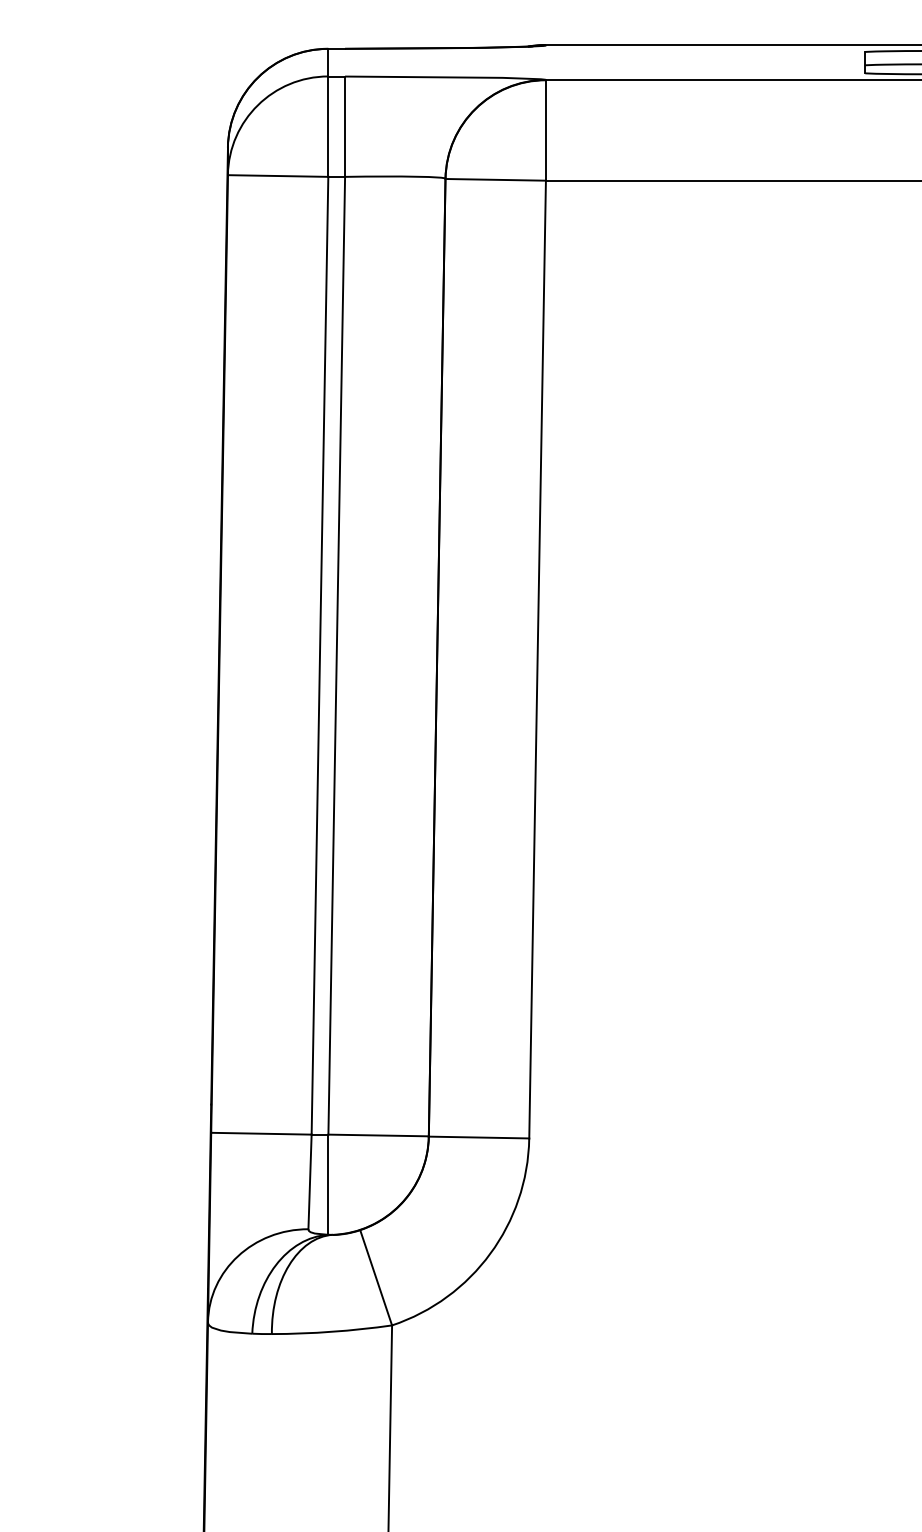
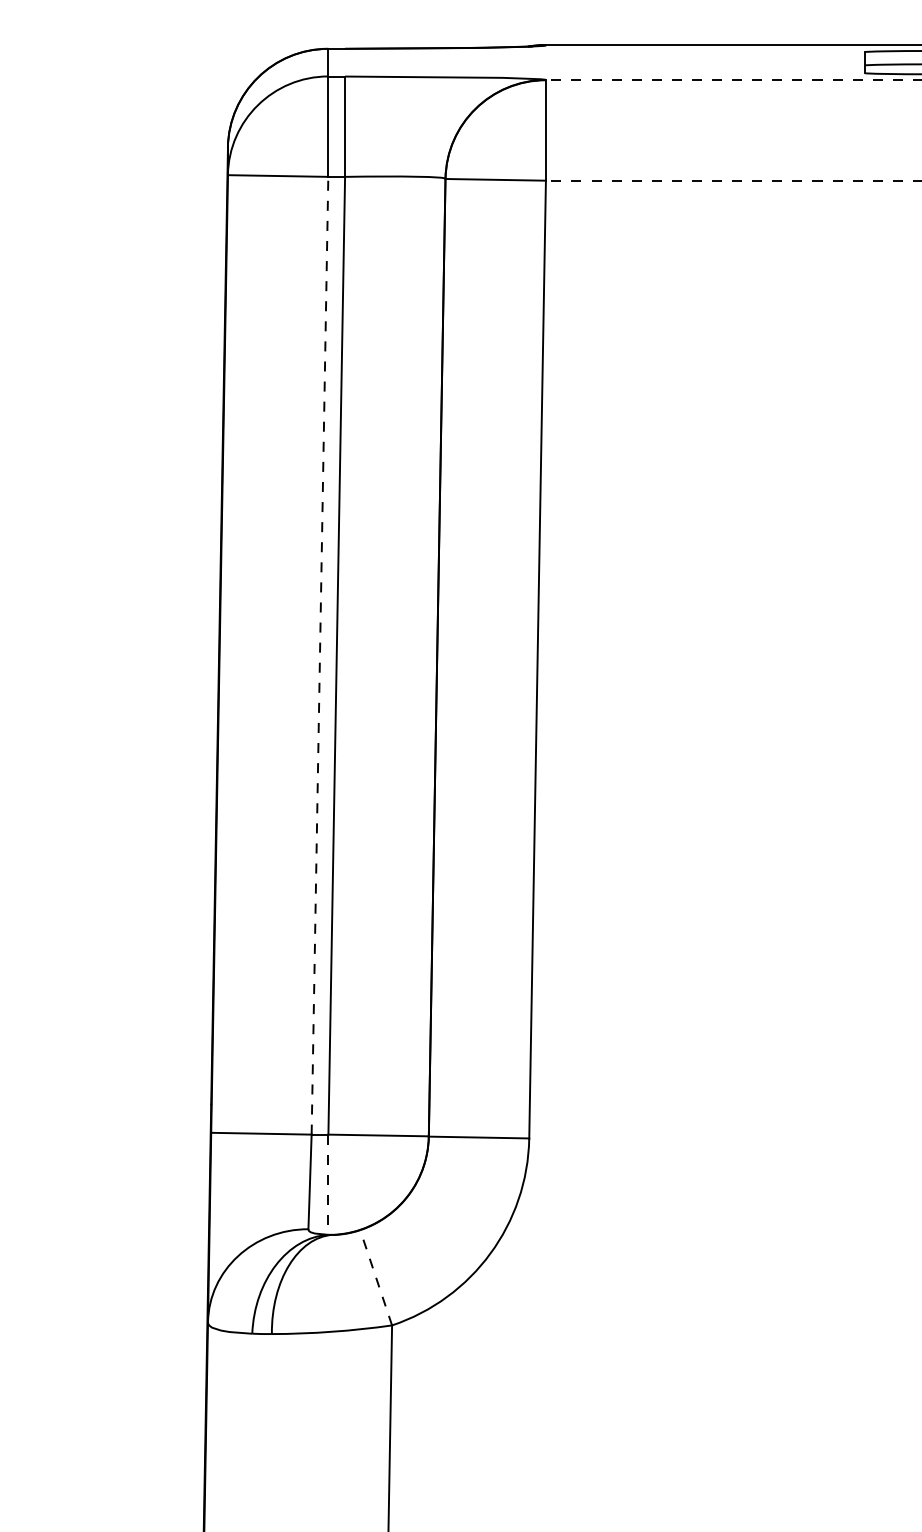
line at (733, 80): solid -> dashed
line at (733, 180): solid -> dashed
line at (319, 655): solid -> dashed
line at (328, 1185): solid -> dashed
line at (376, 1277): solid -> dashed
